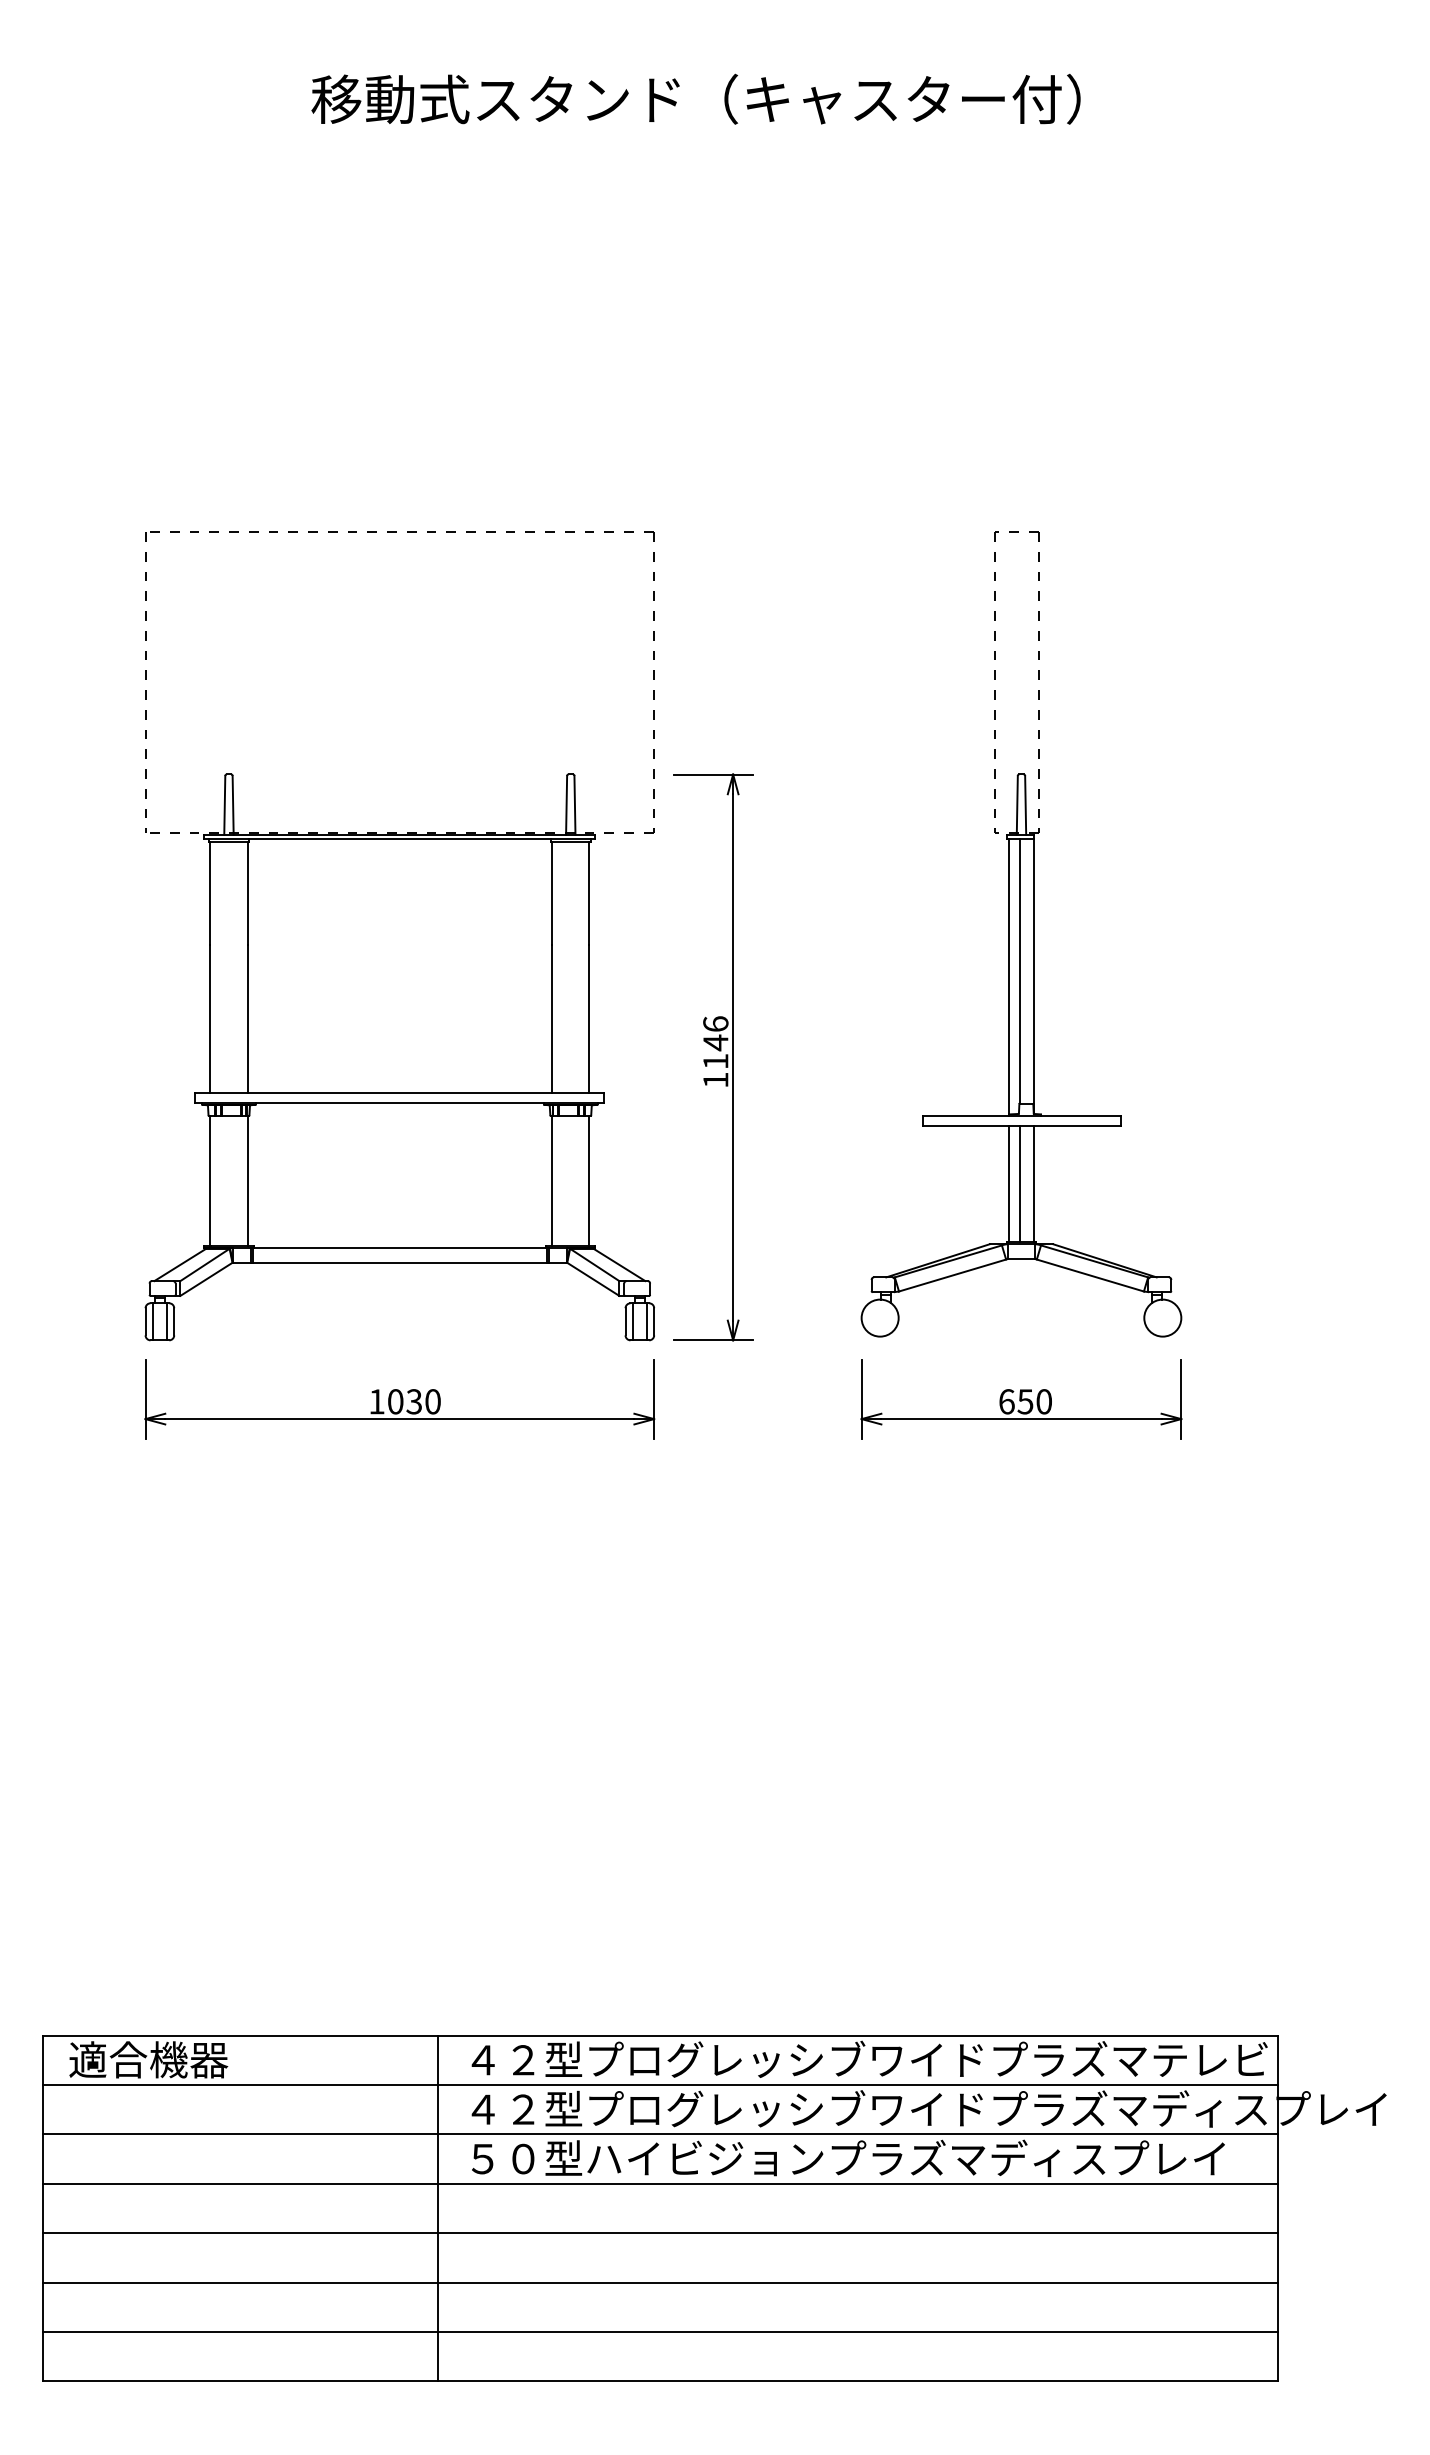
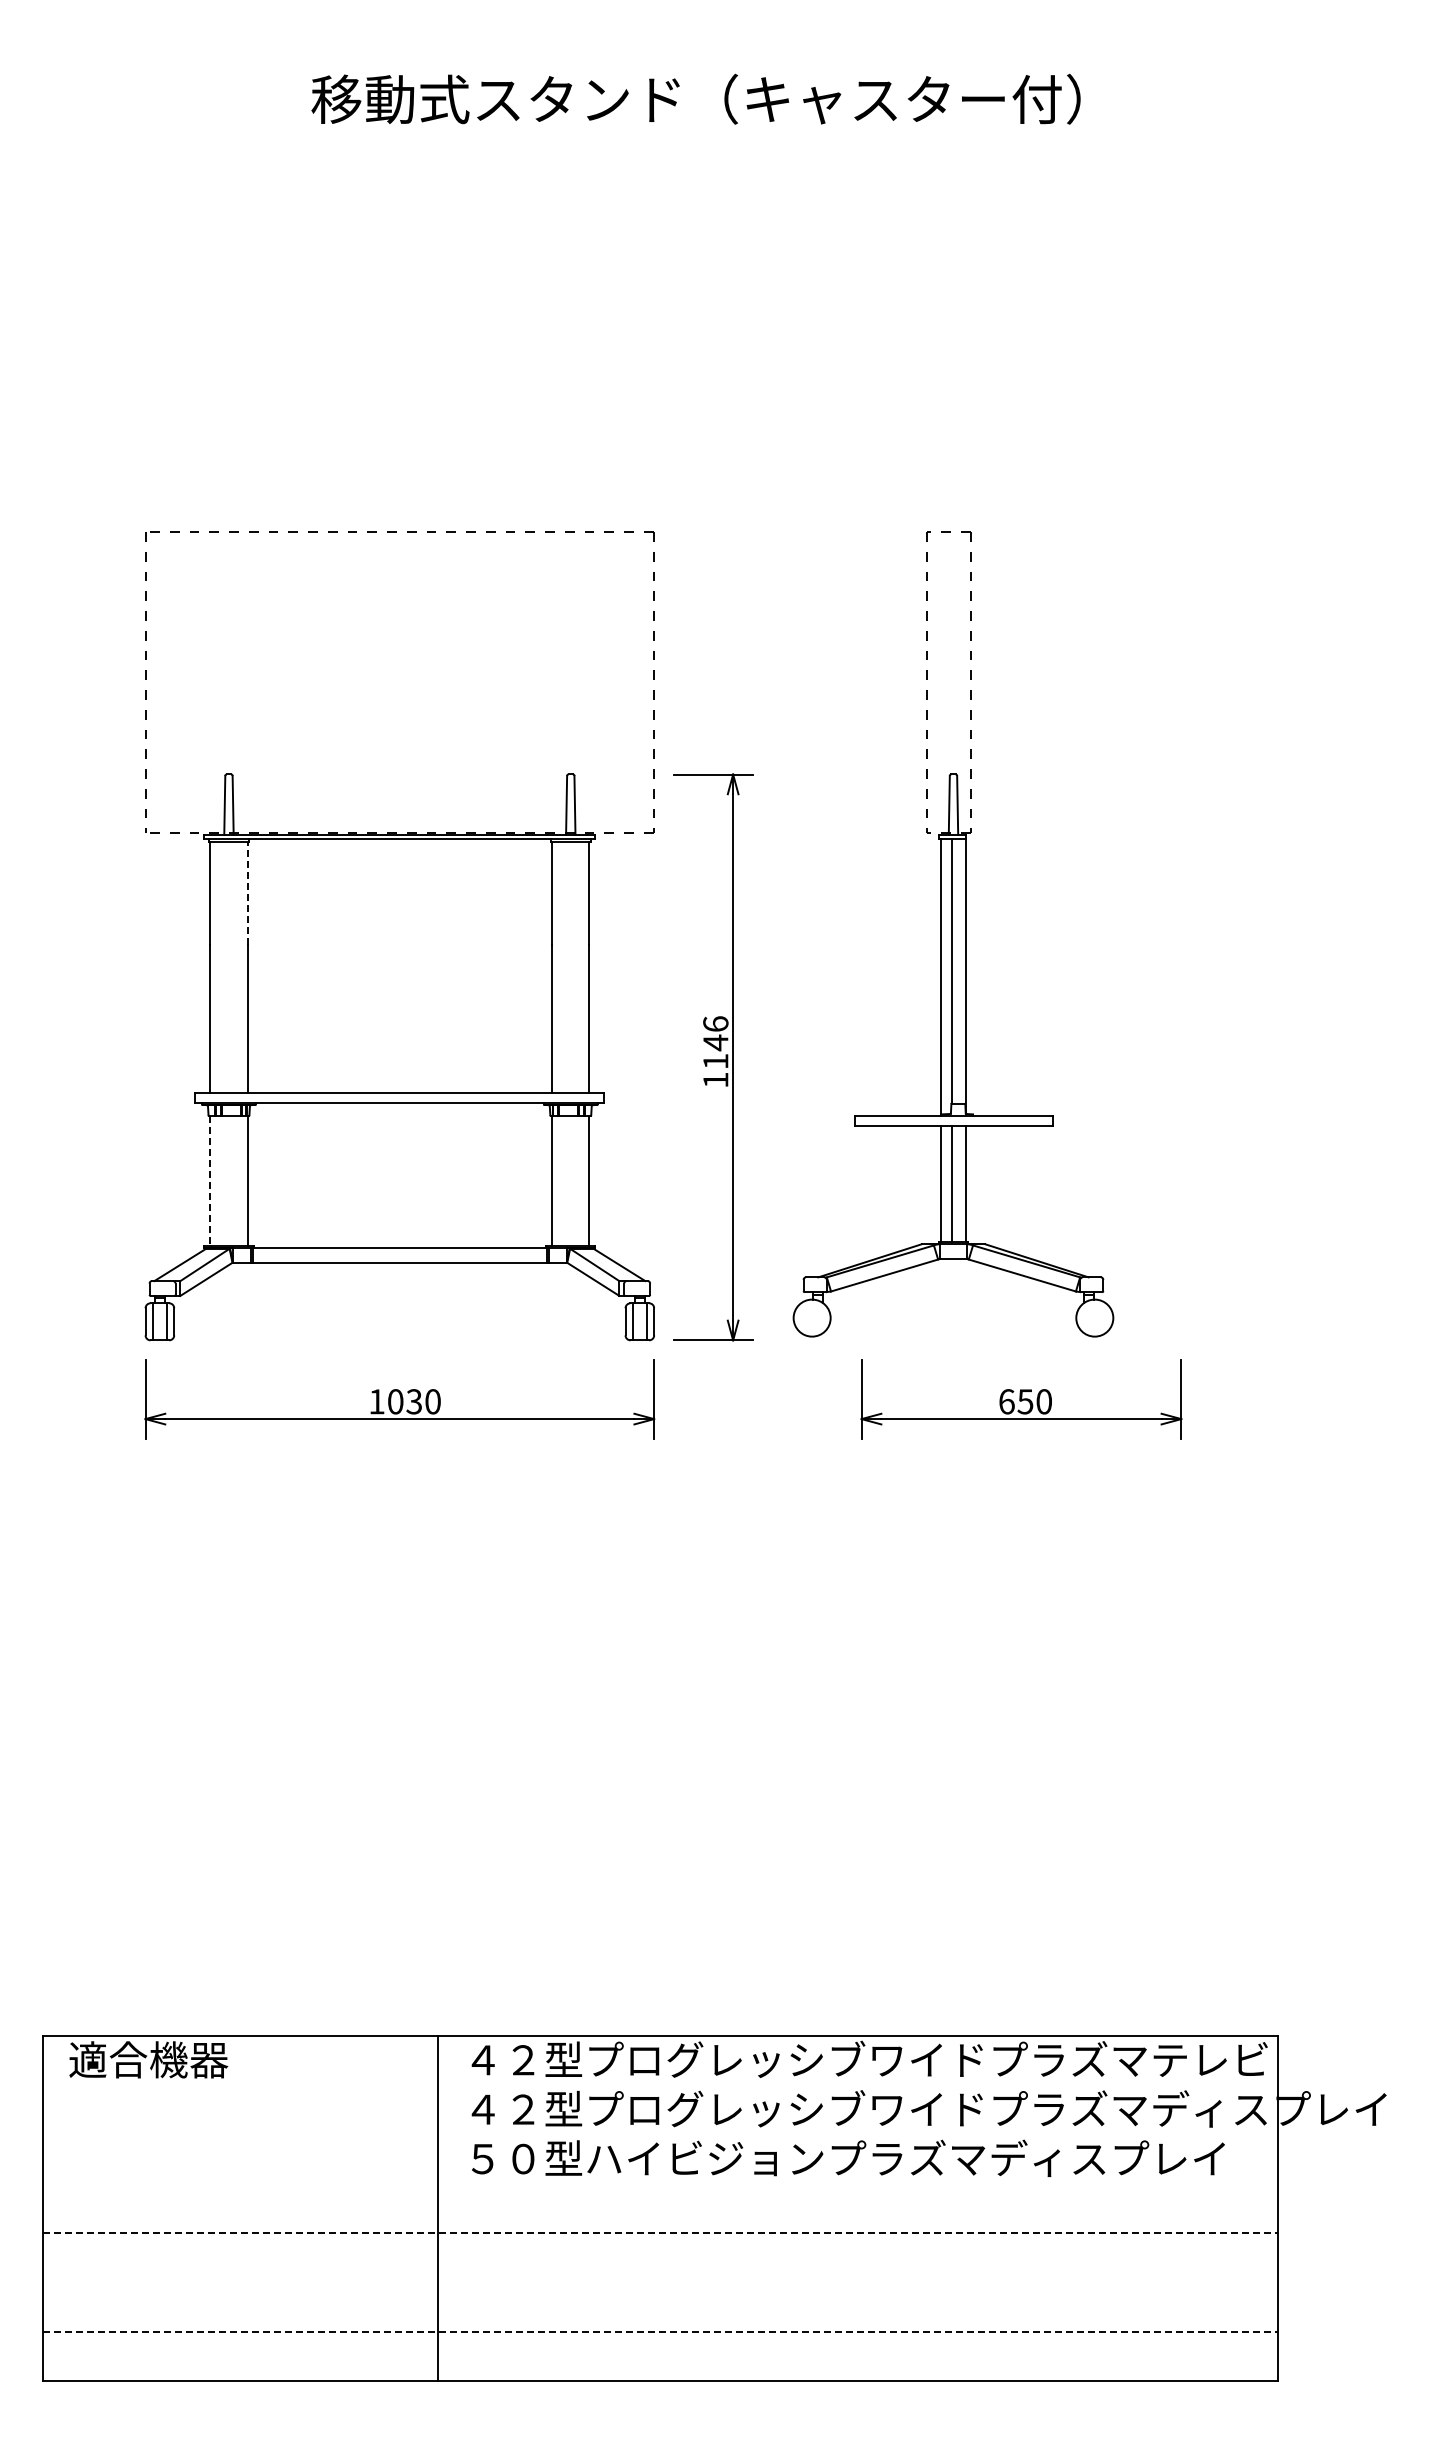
line at (247, 893): solid -> dashed
part at (1021, 934) position: (1021, 934) -> (953, 934)
line at (210, 1180): solid -> dashed
line at (660, 2085): present -> none
line at (660, 2134): present -> none
line at (660, 2183): present -> none
line at (660, 2233): solid -> dashed
line at (660, 2282): present -> none
line at (660, 2331): solid -> dashed
